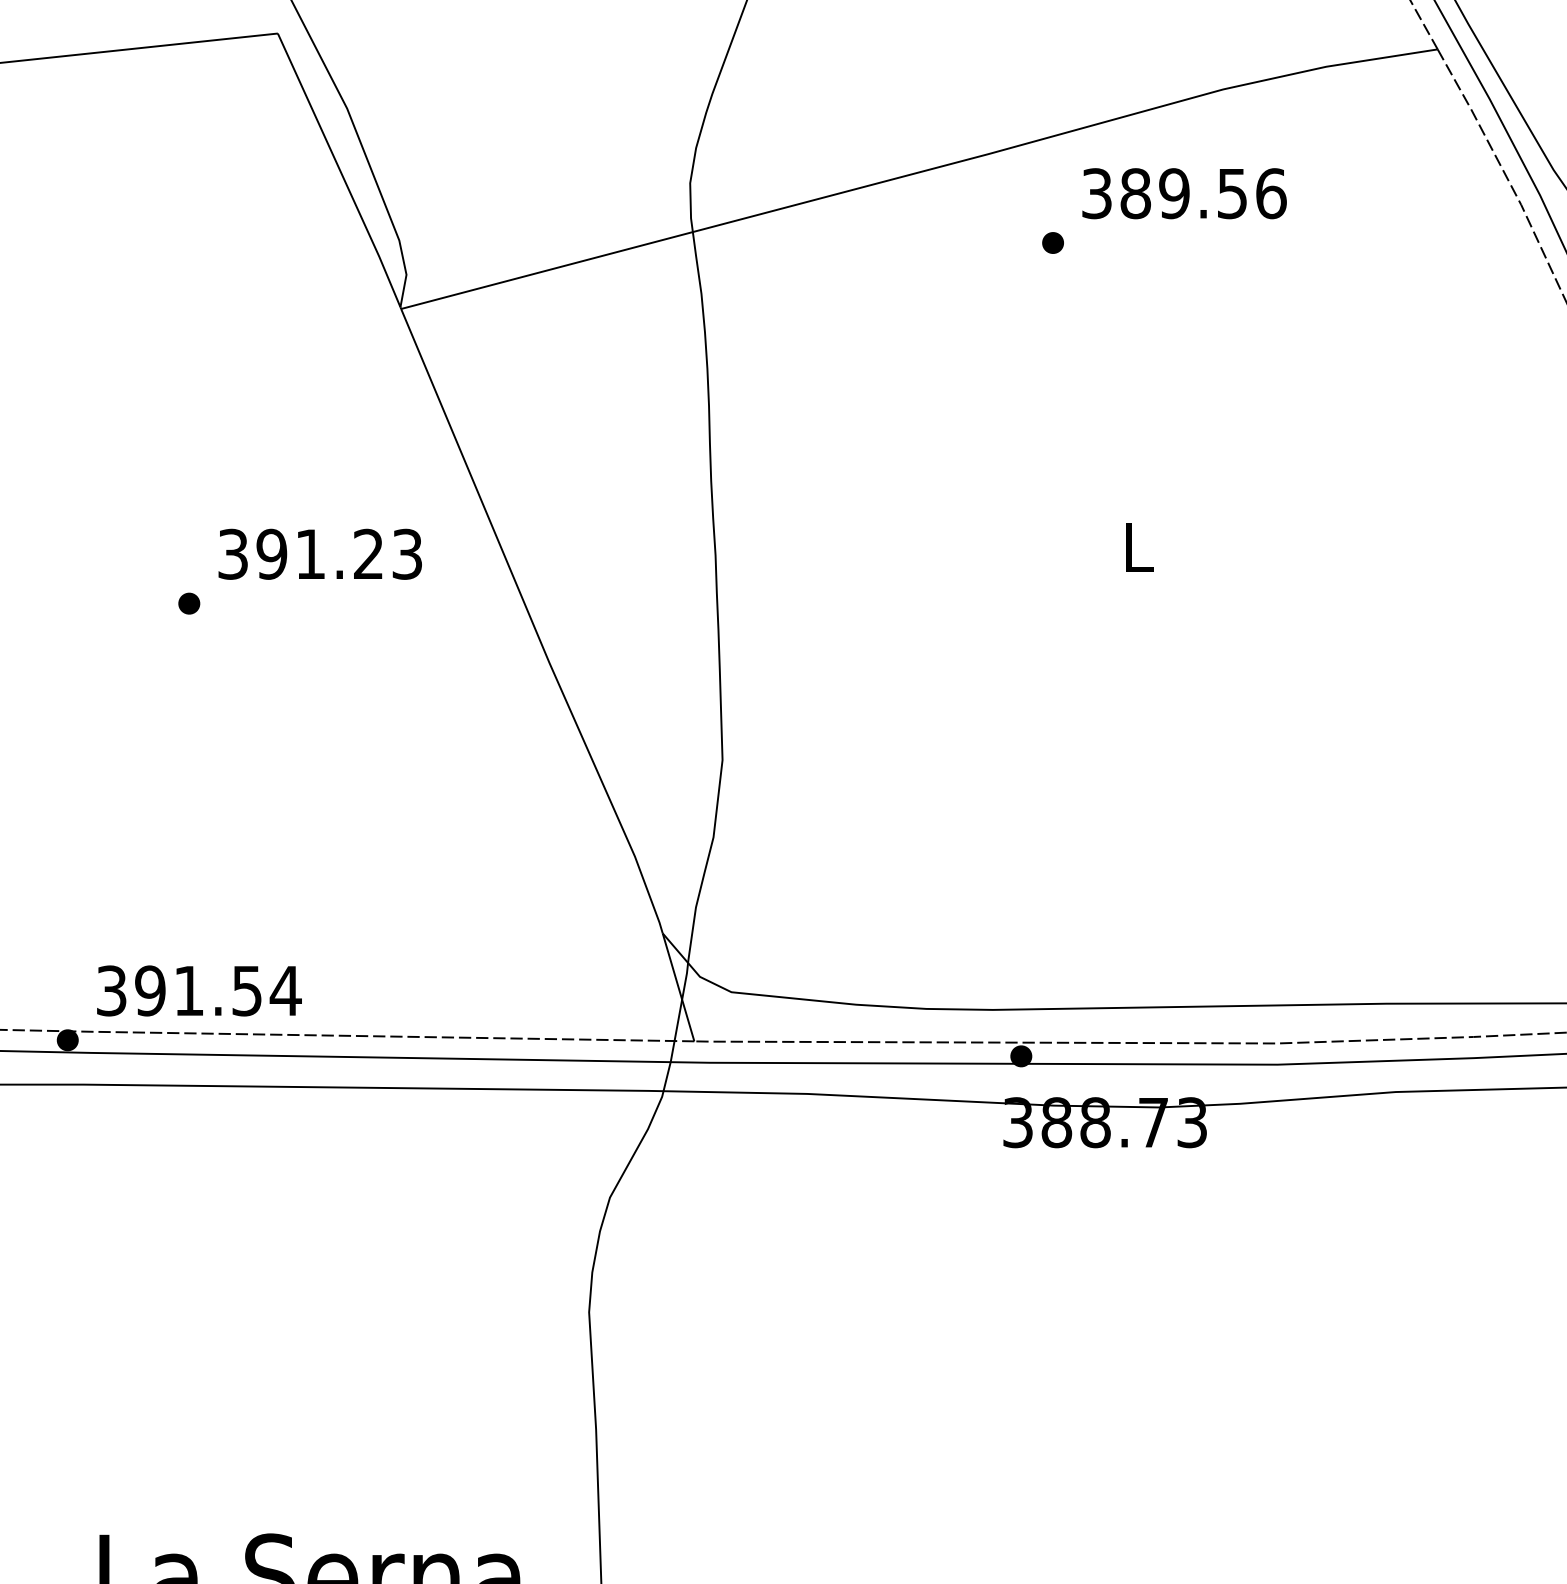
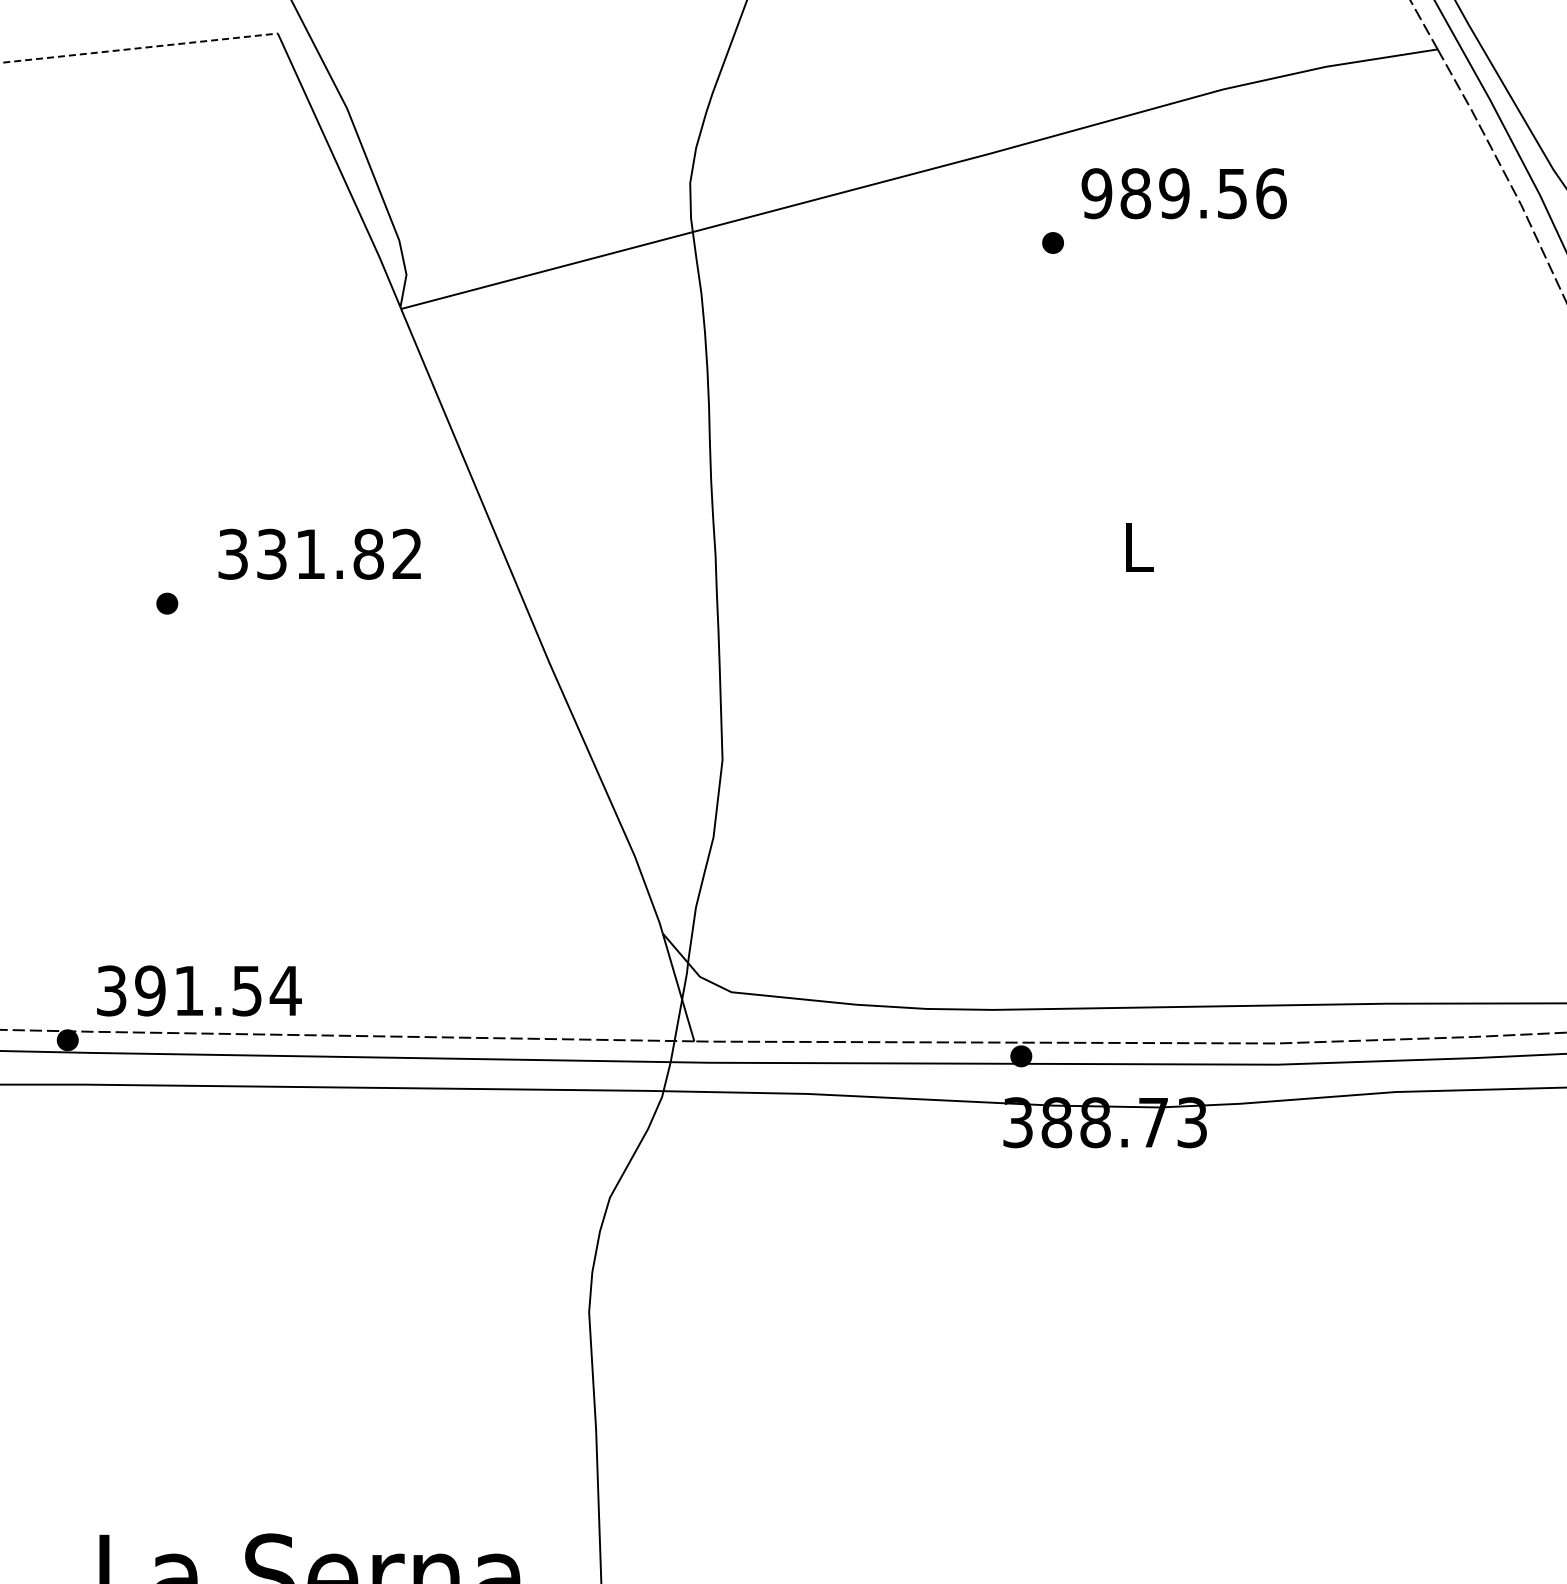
line at (139, 48): solid -> dashed
text at (1096, 193): 389.56 -> 989.56
text at (338, 553): 391.23 -> 331.82
part at (189, 603) position: (189, 603) -> (167, 603)
